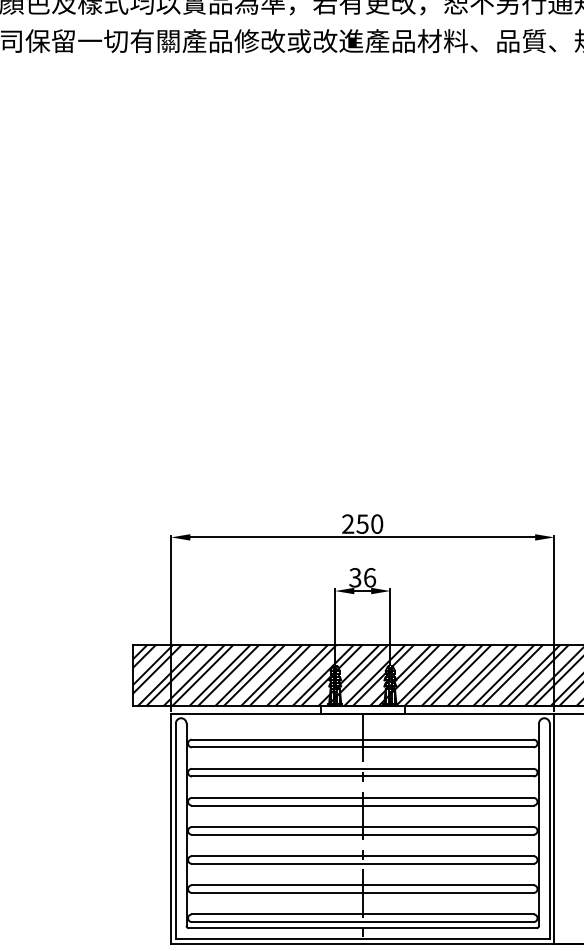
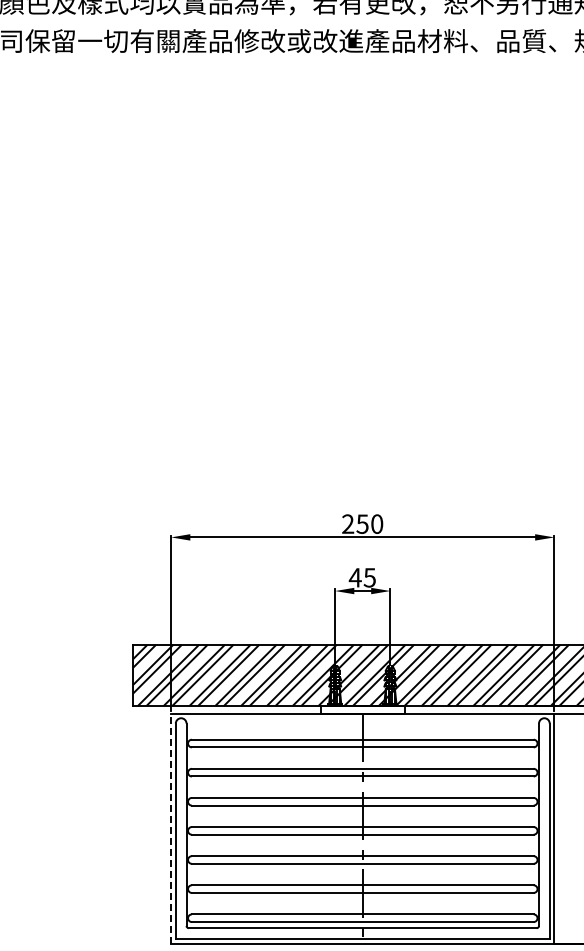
text at (362, 577): 36 -> 45
line at (171, 828): solid -> dashed
